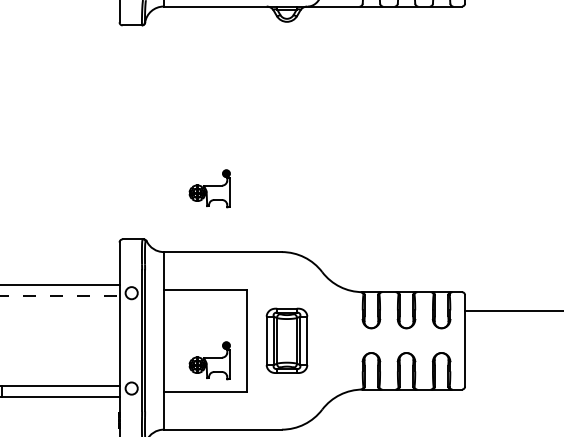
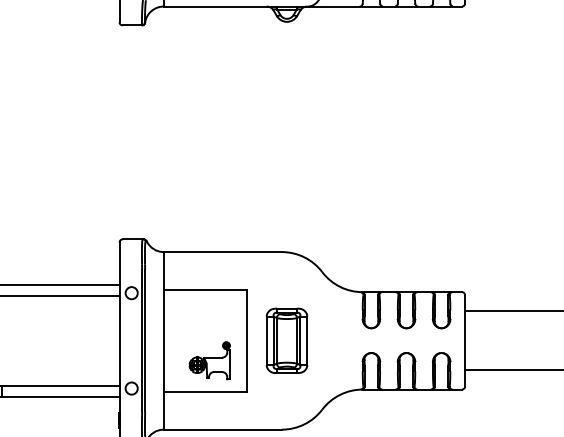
part at (209, 188): present -> none
line at (60, 295): dashed -> solid
line at (512, 370): none -> present
